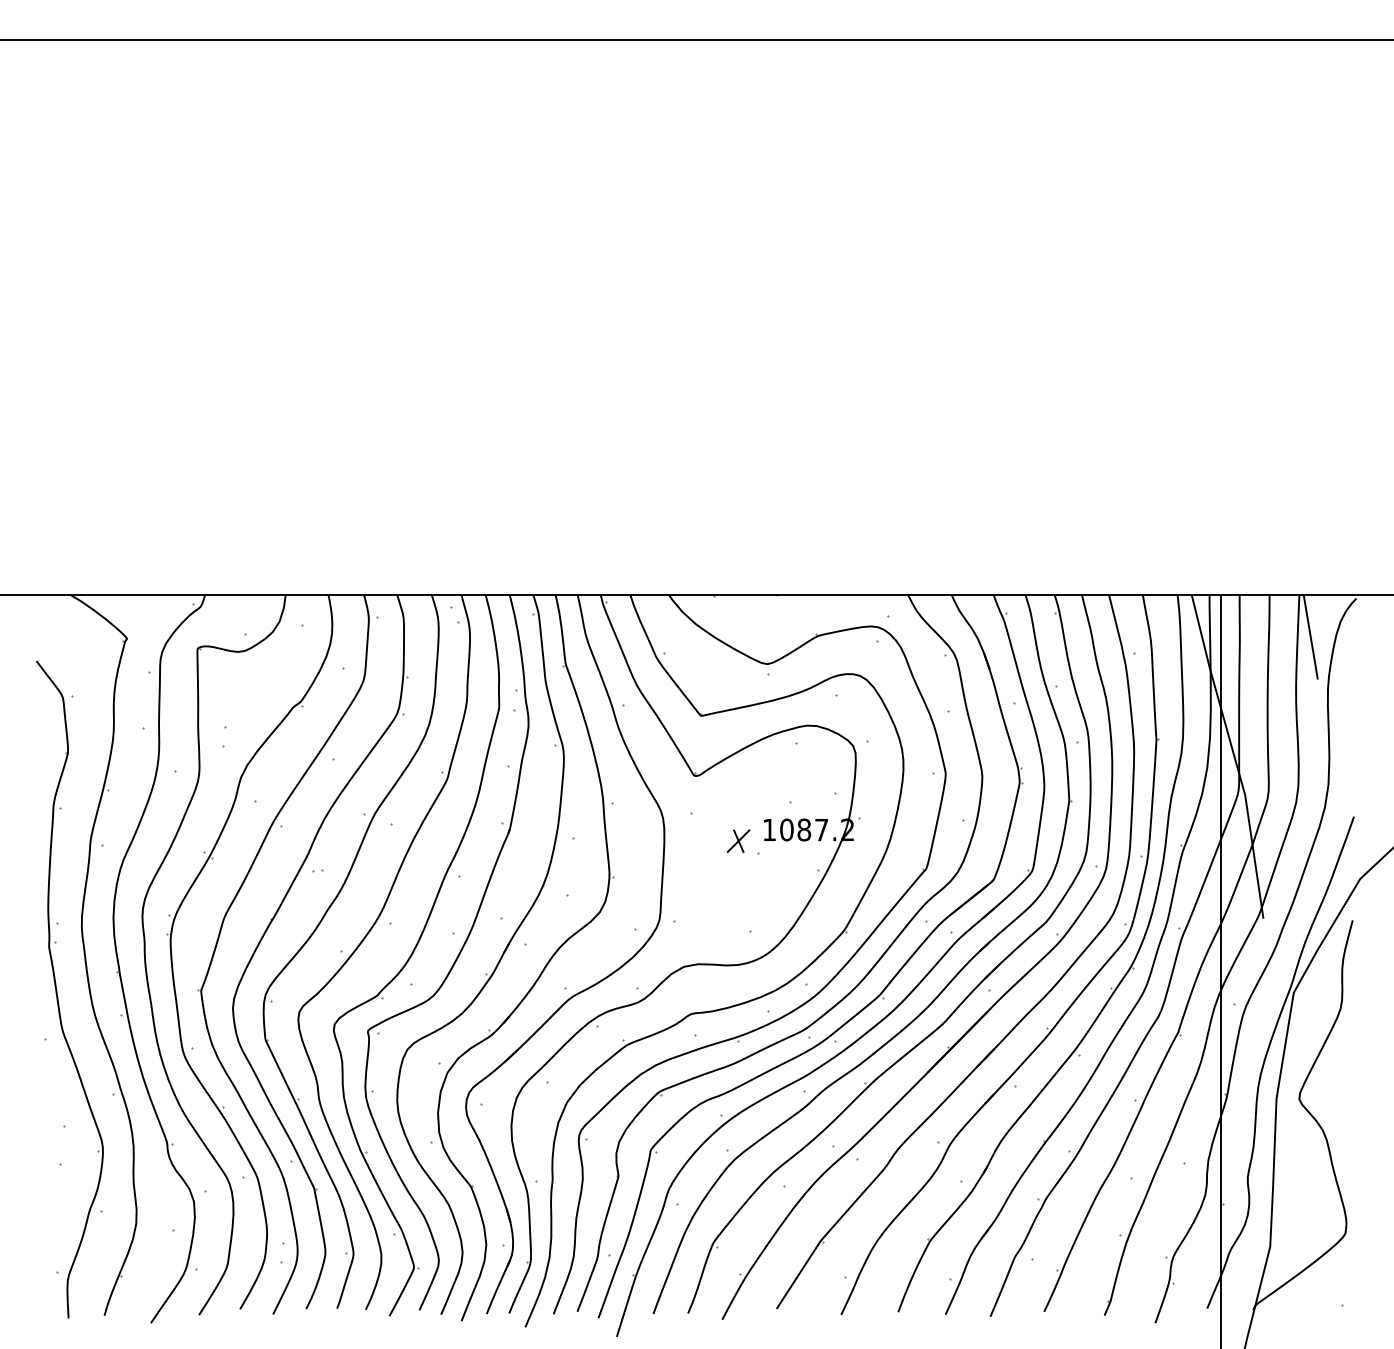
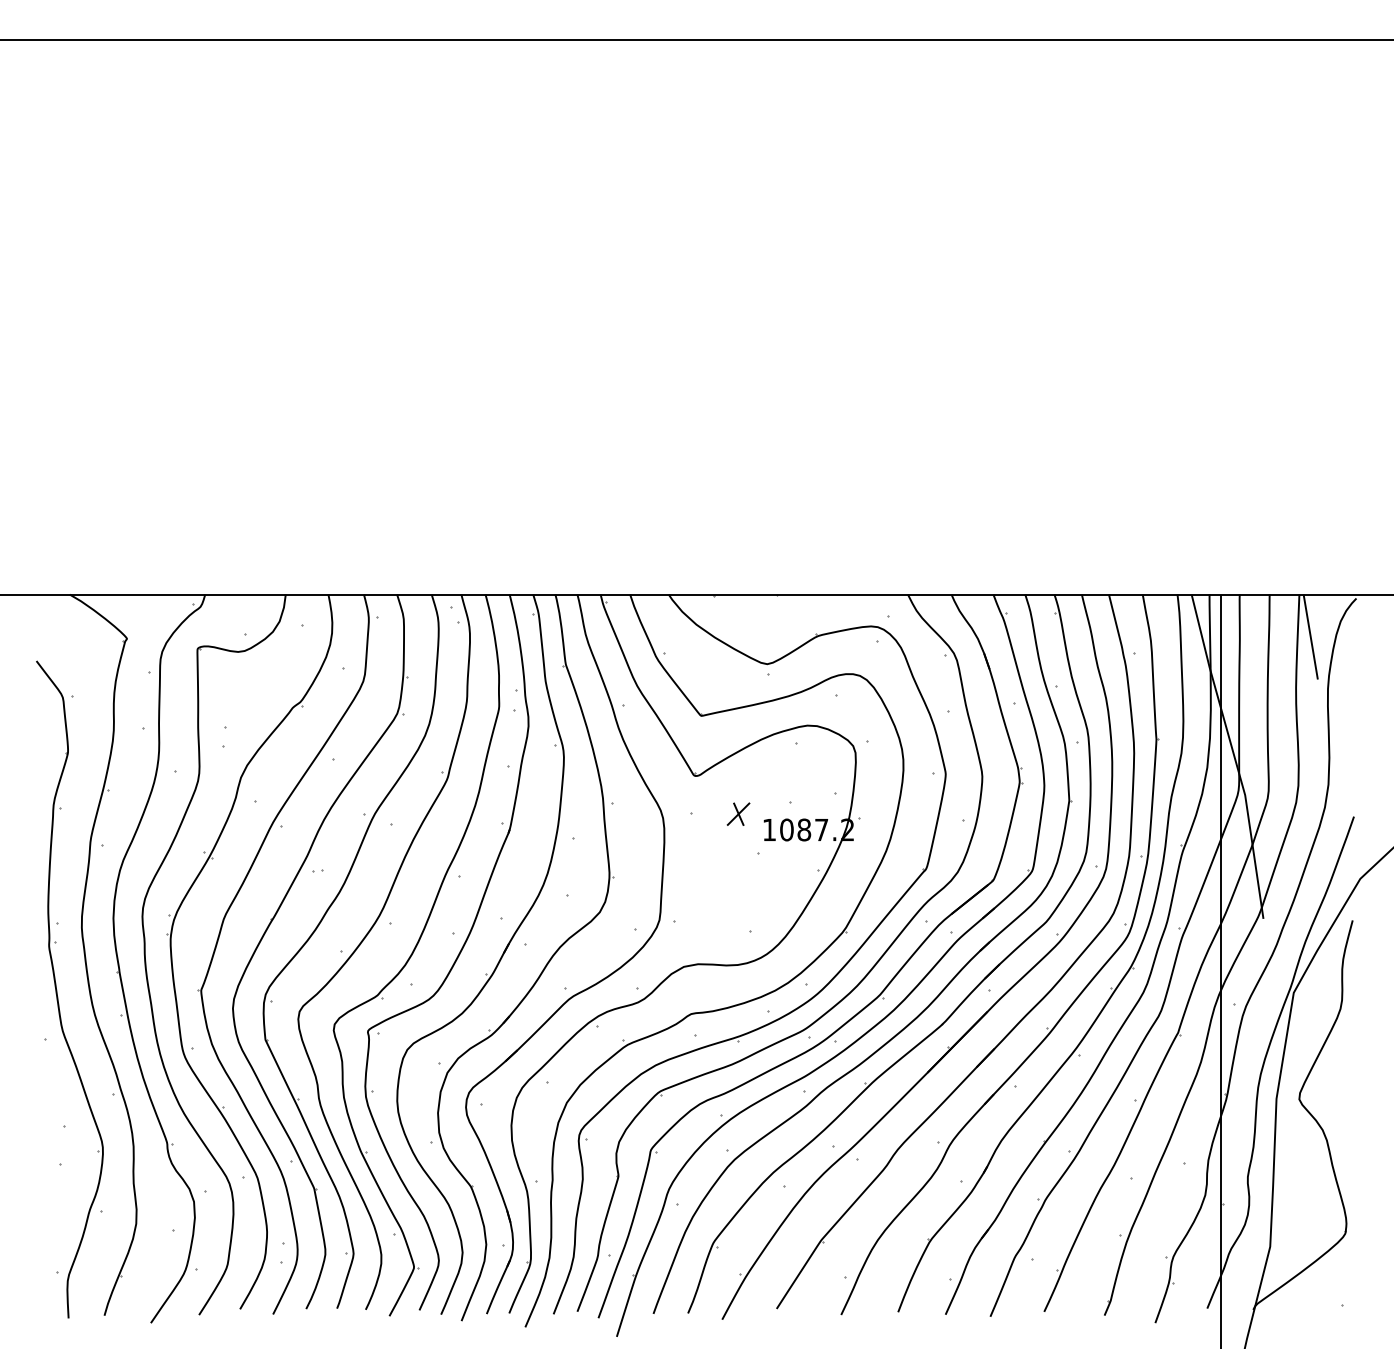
part at (738, 840) position: (738, 840) -> (738, 813)
